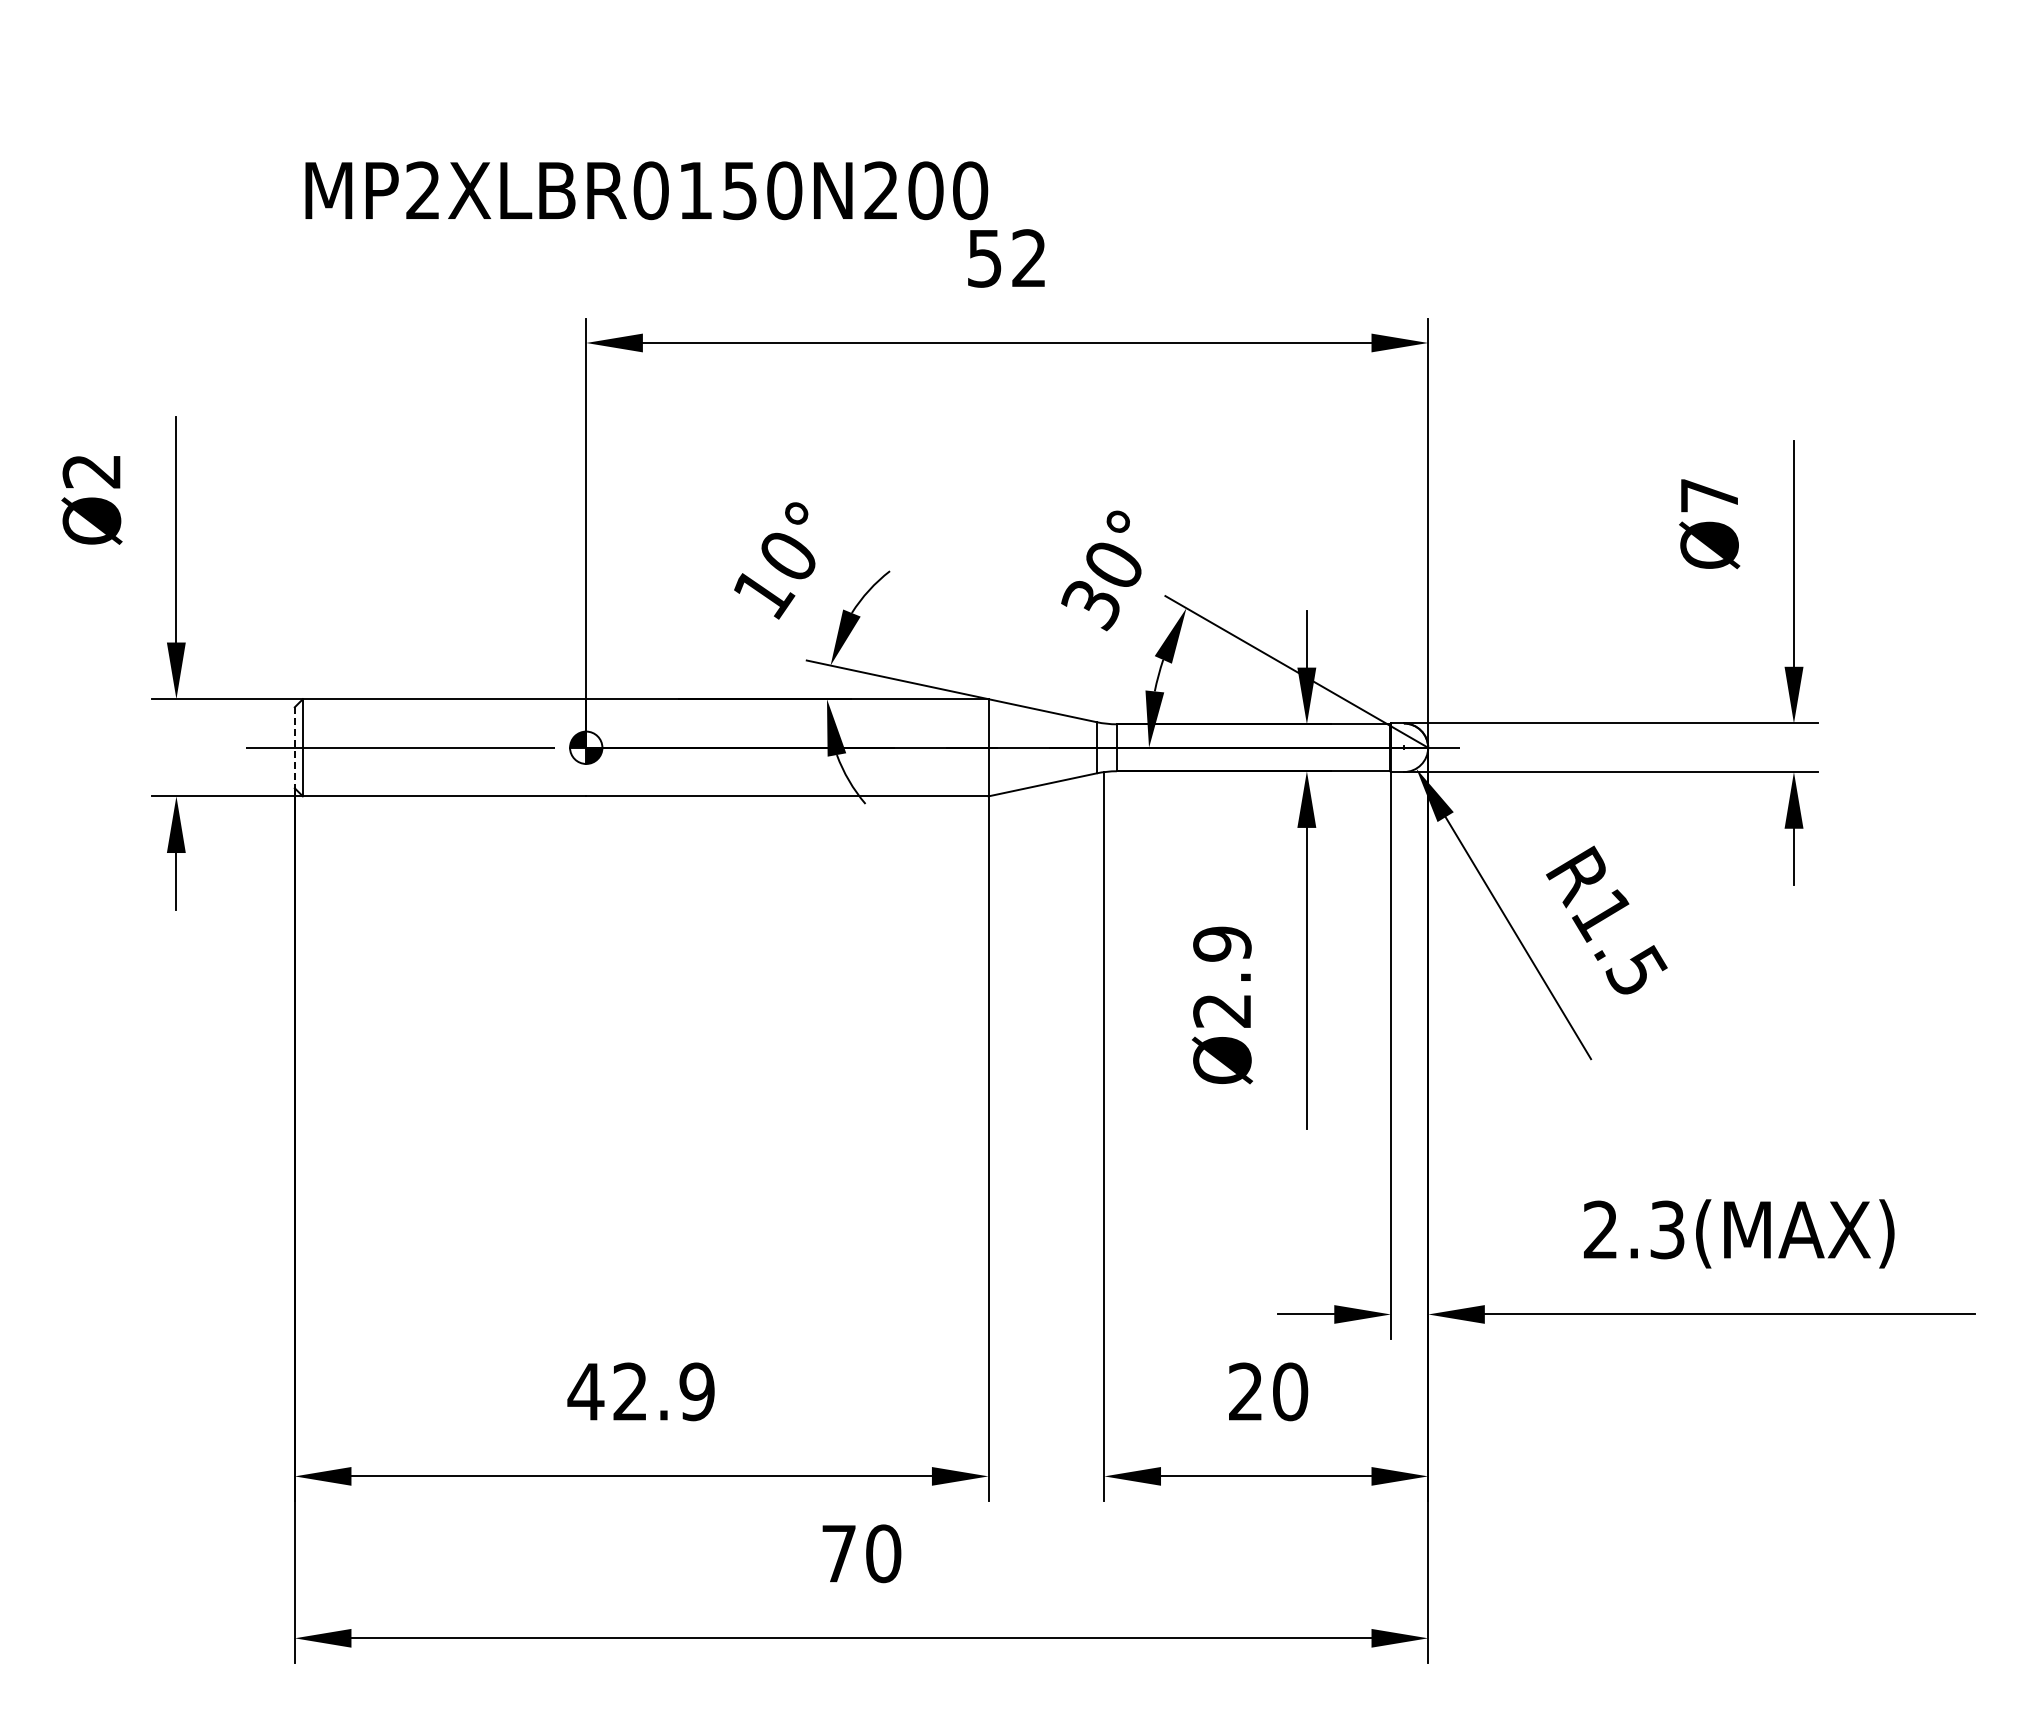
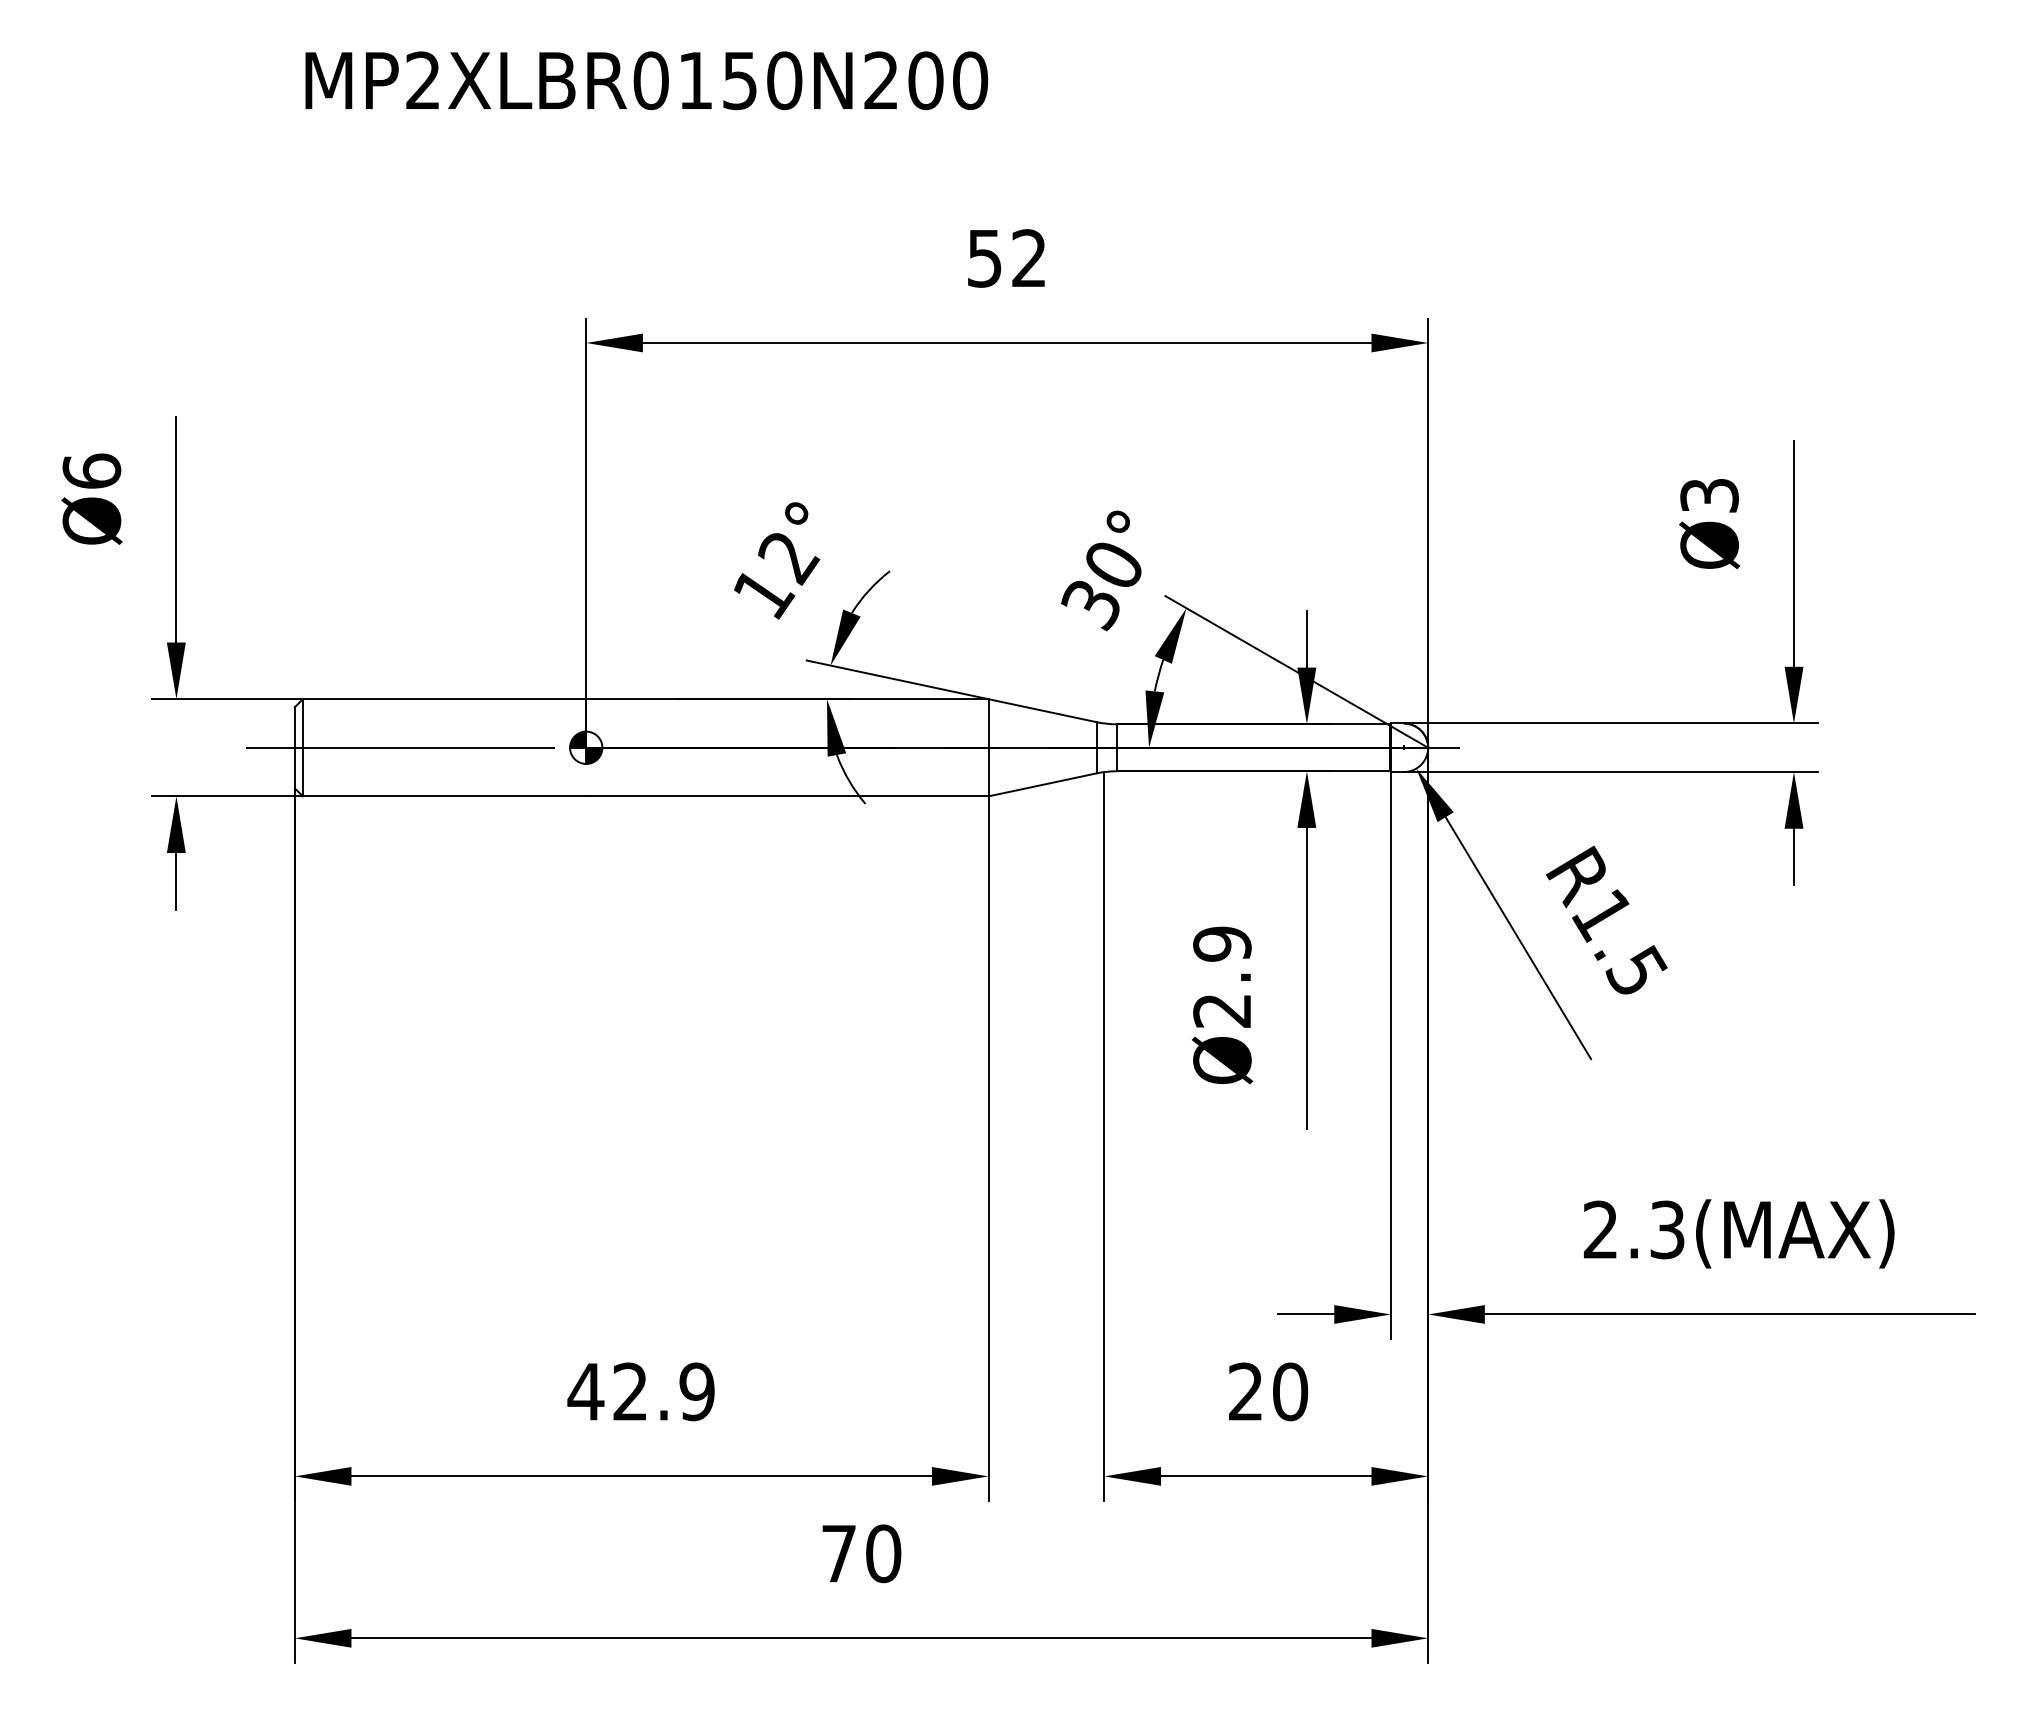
text at (646, 190) position: (646, 190) -> (646, 80)
text at (91, 470): Ø2 -> Ø6
text at (1709, 495): Ø7 -> Ø3
text at (789, 558): 10° -> 12°
line at (294, 748): dashed -> solid
